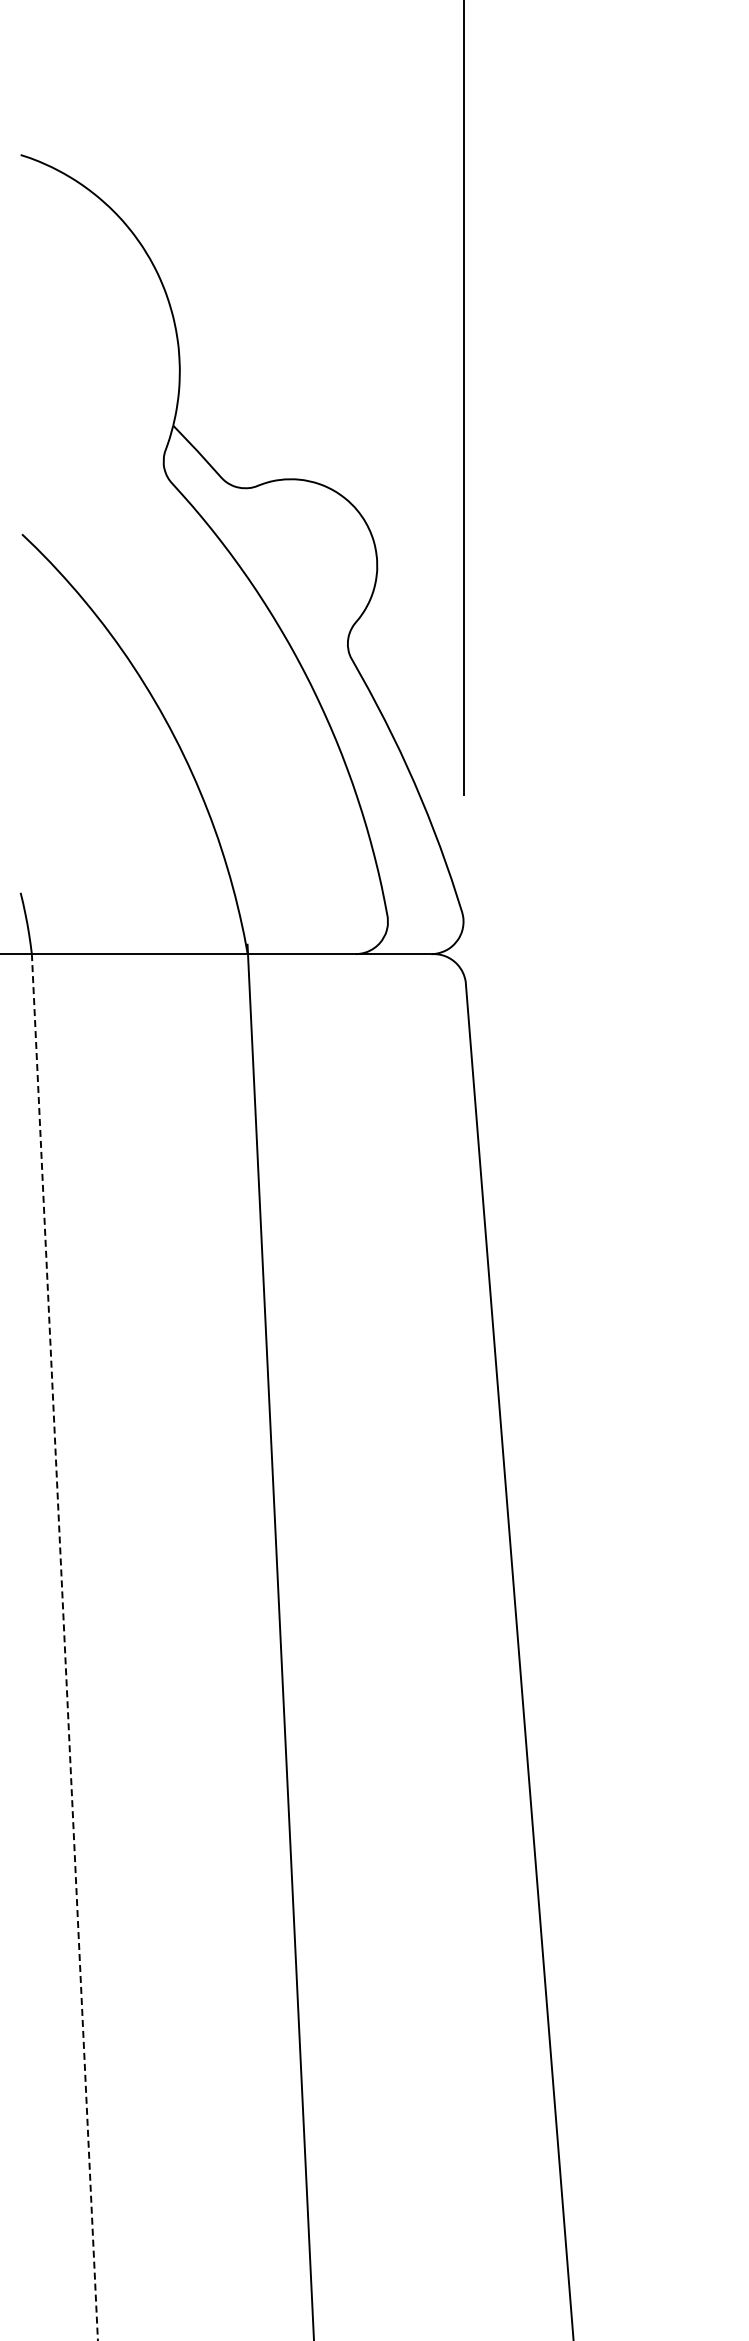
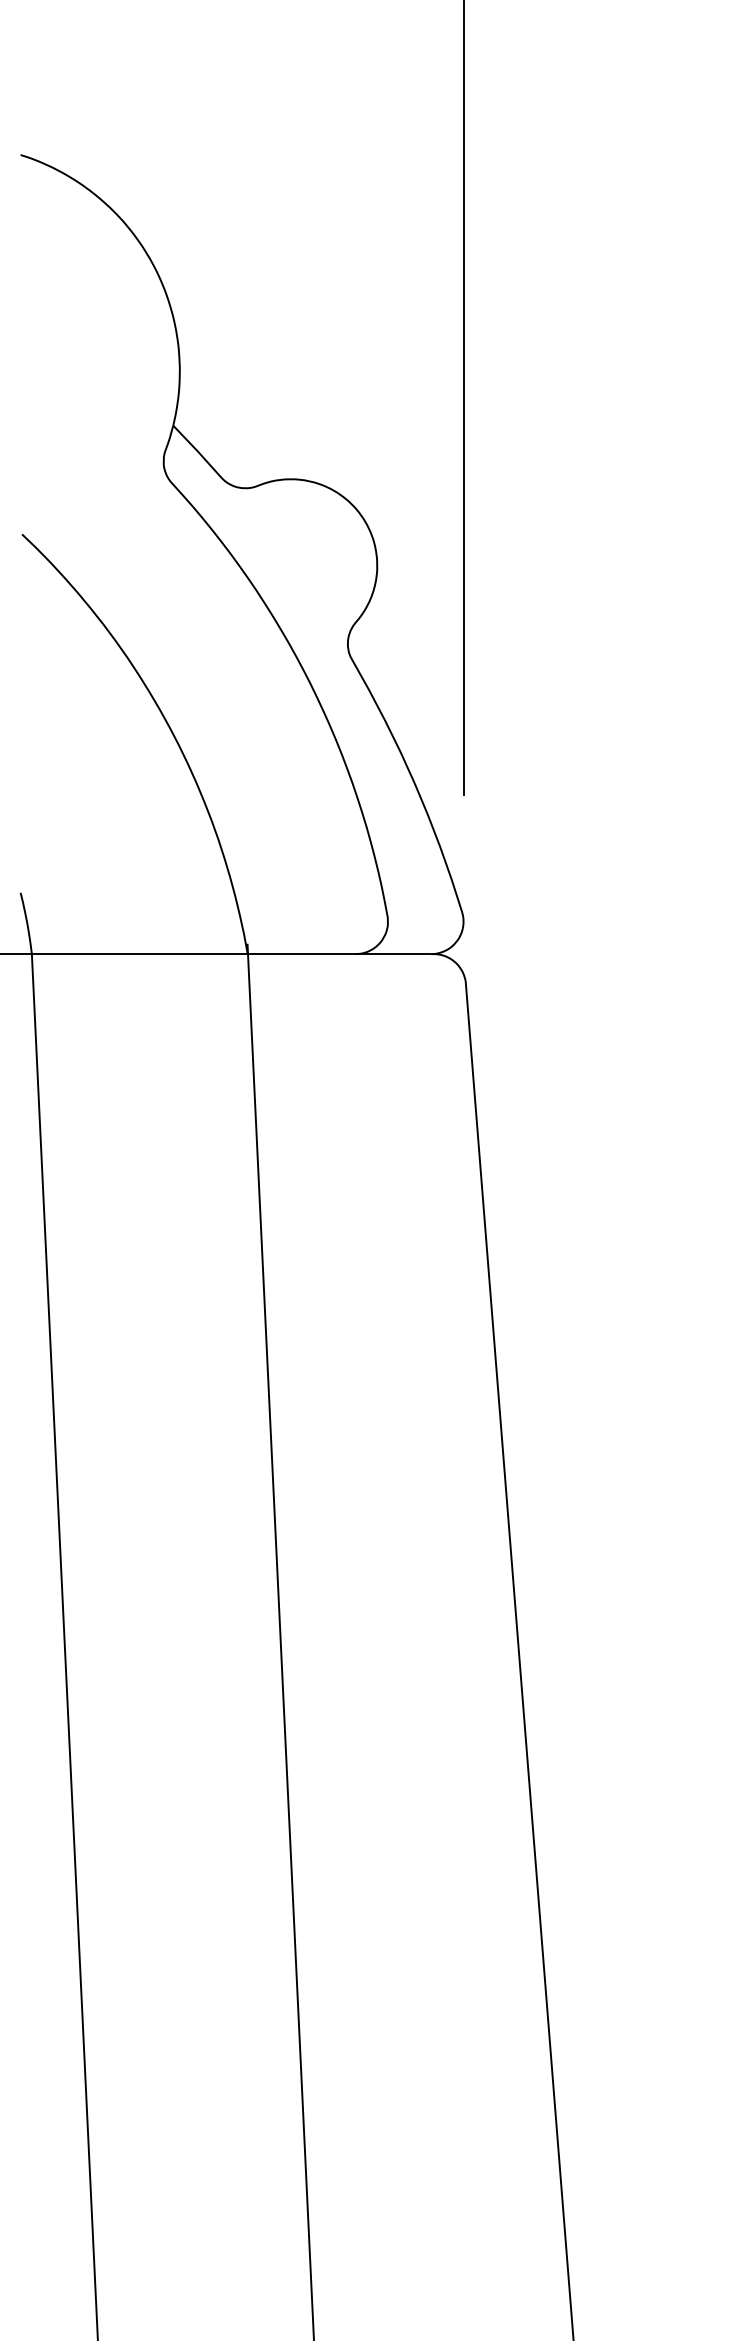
line at (64, 1647): dashed -> solid
